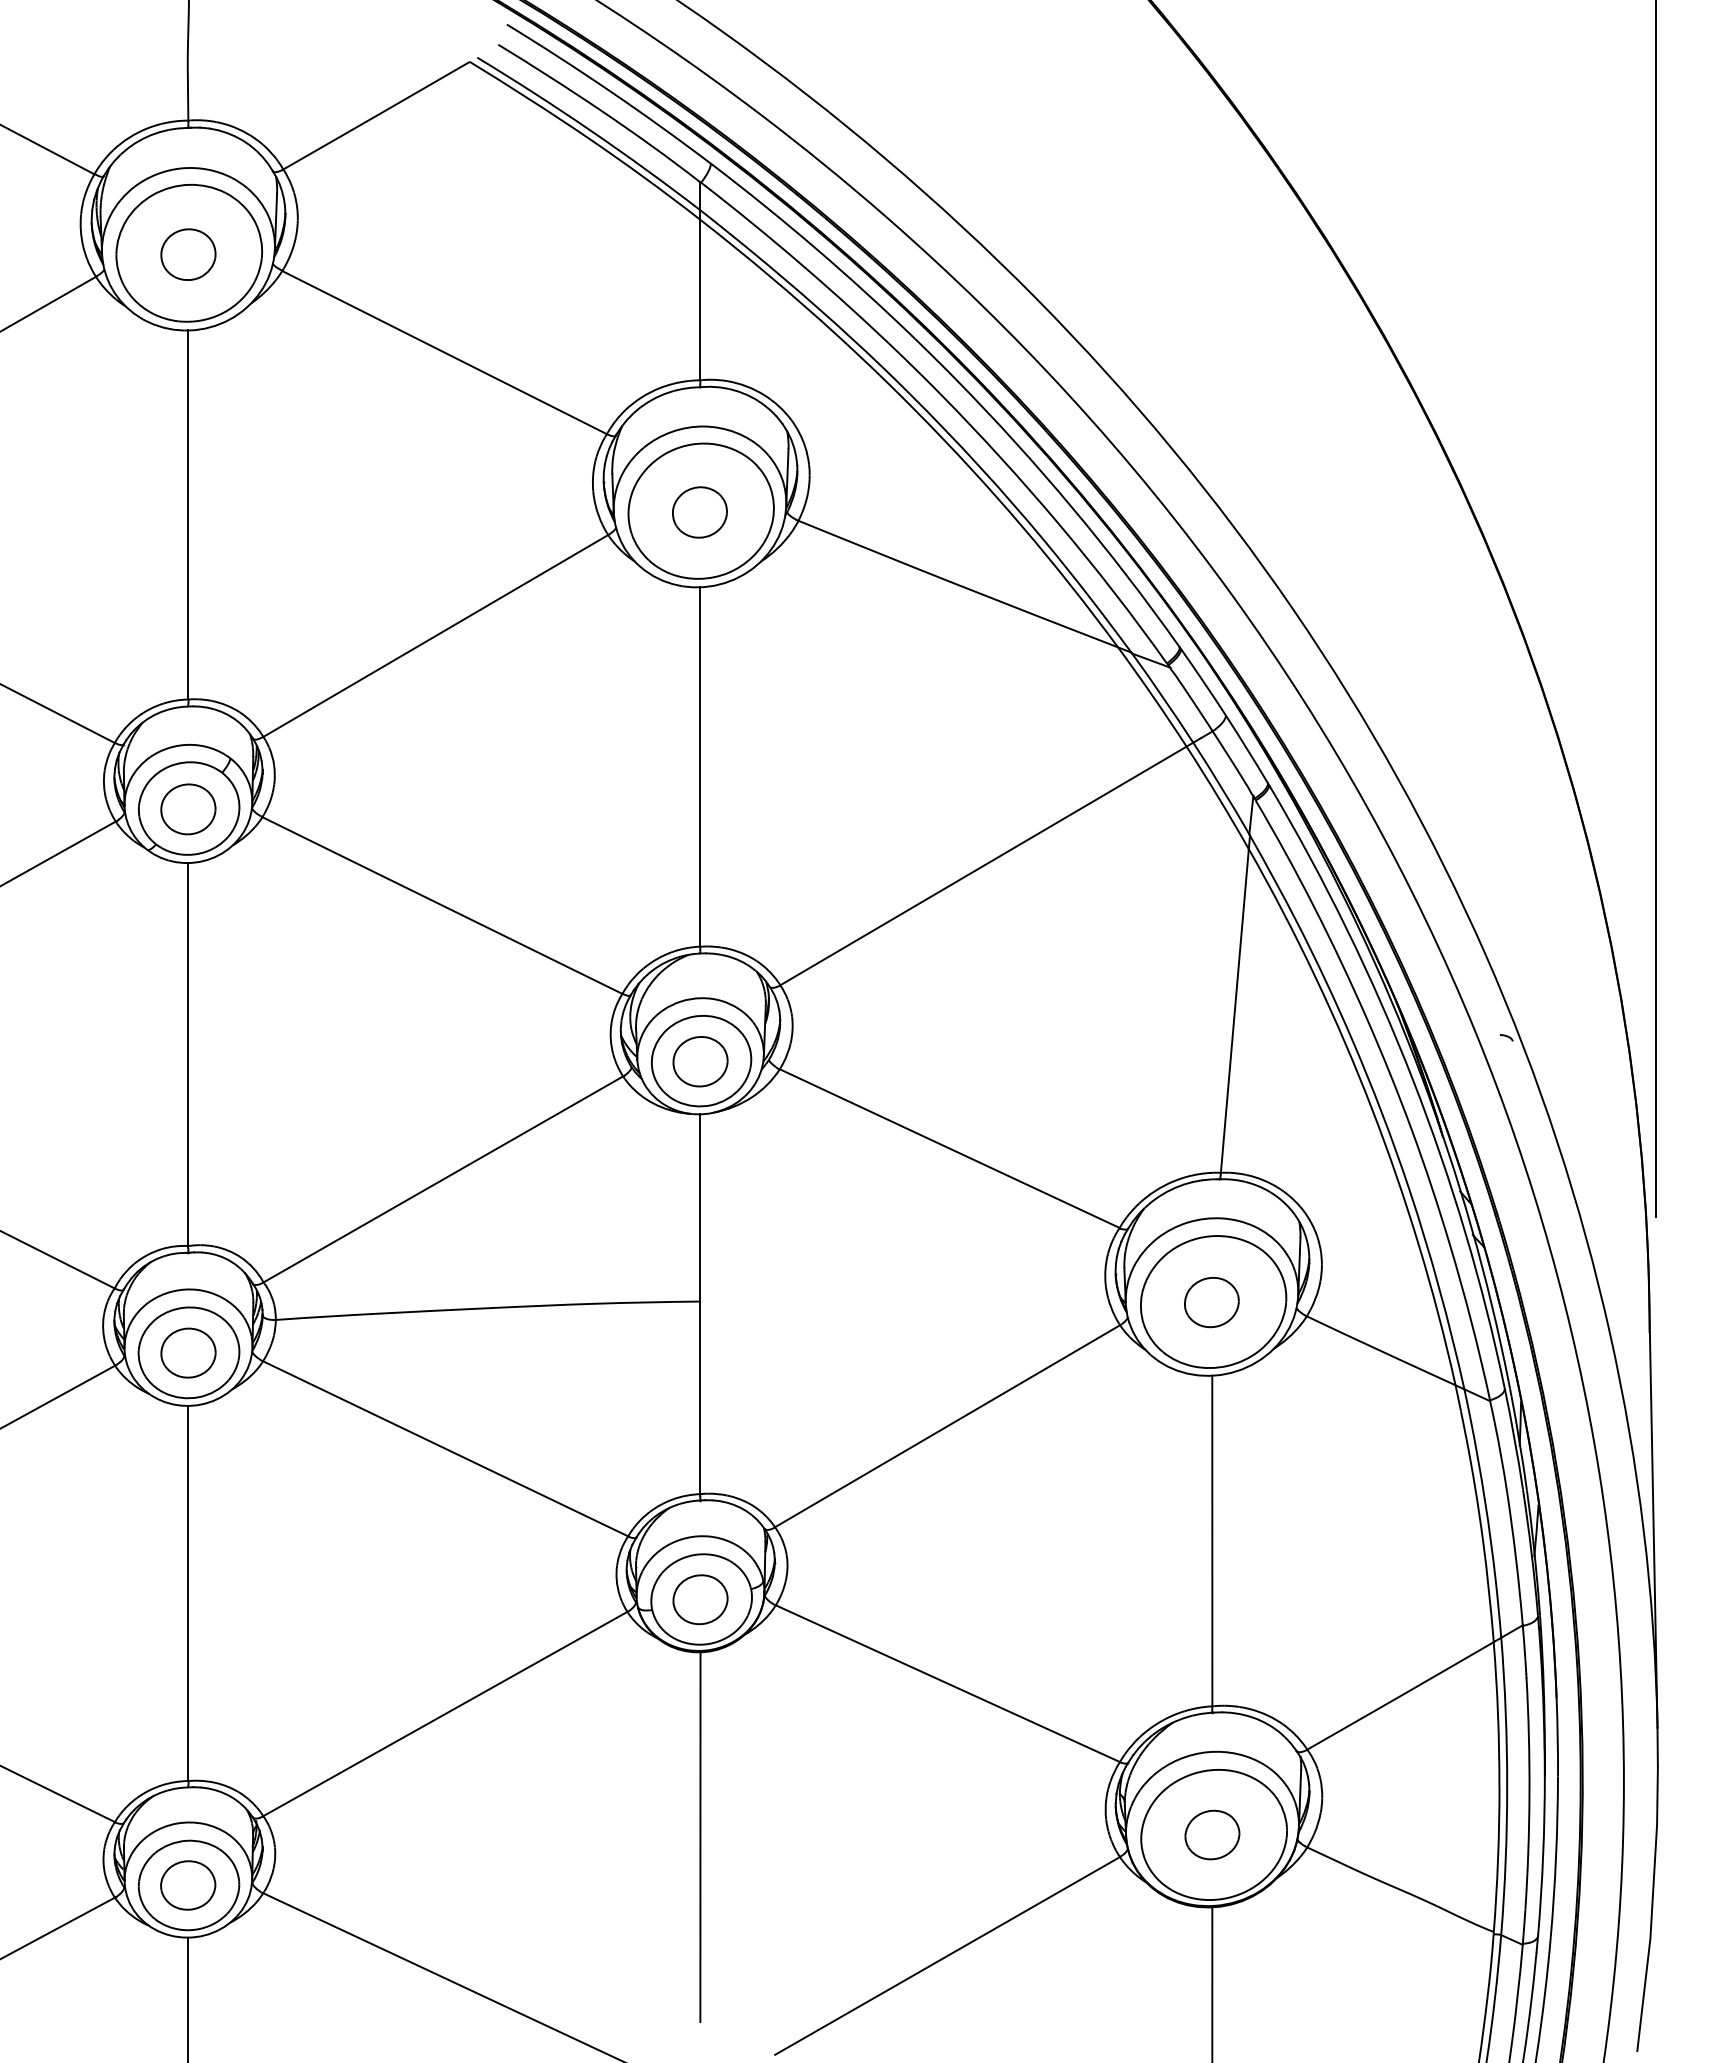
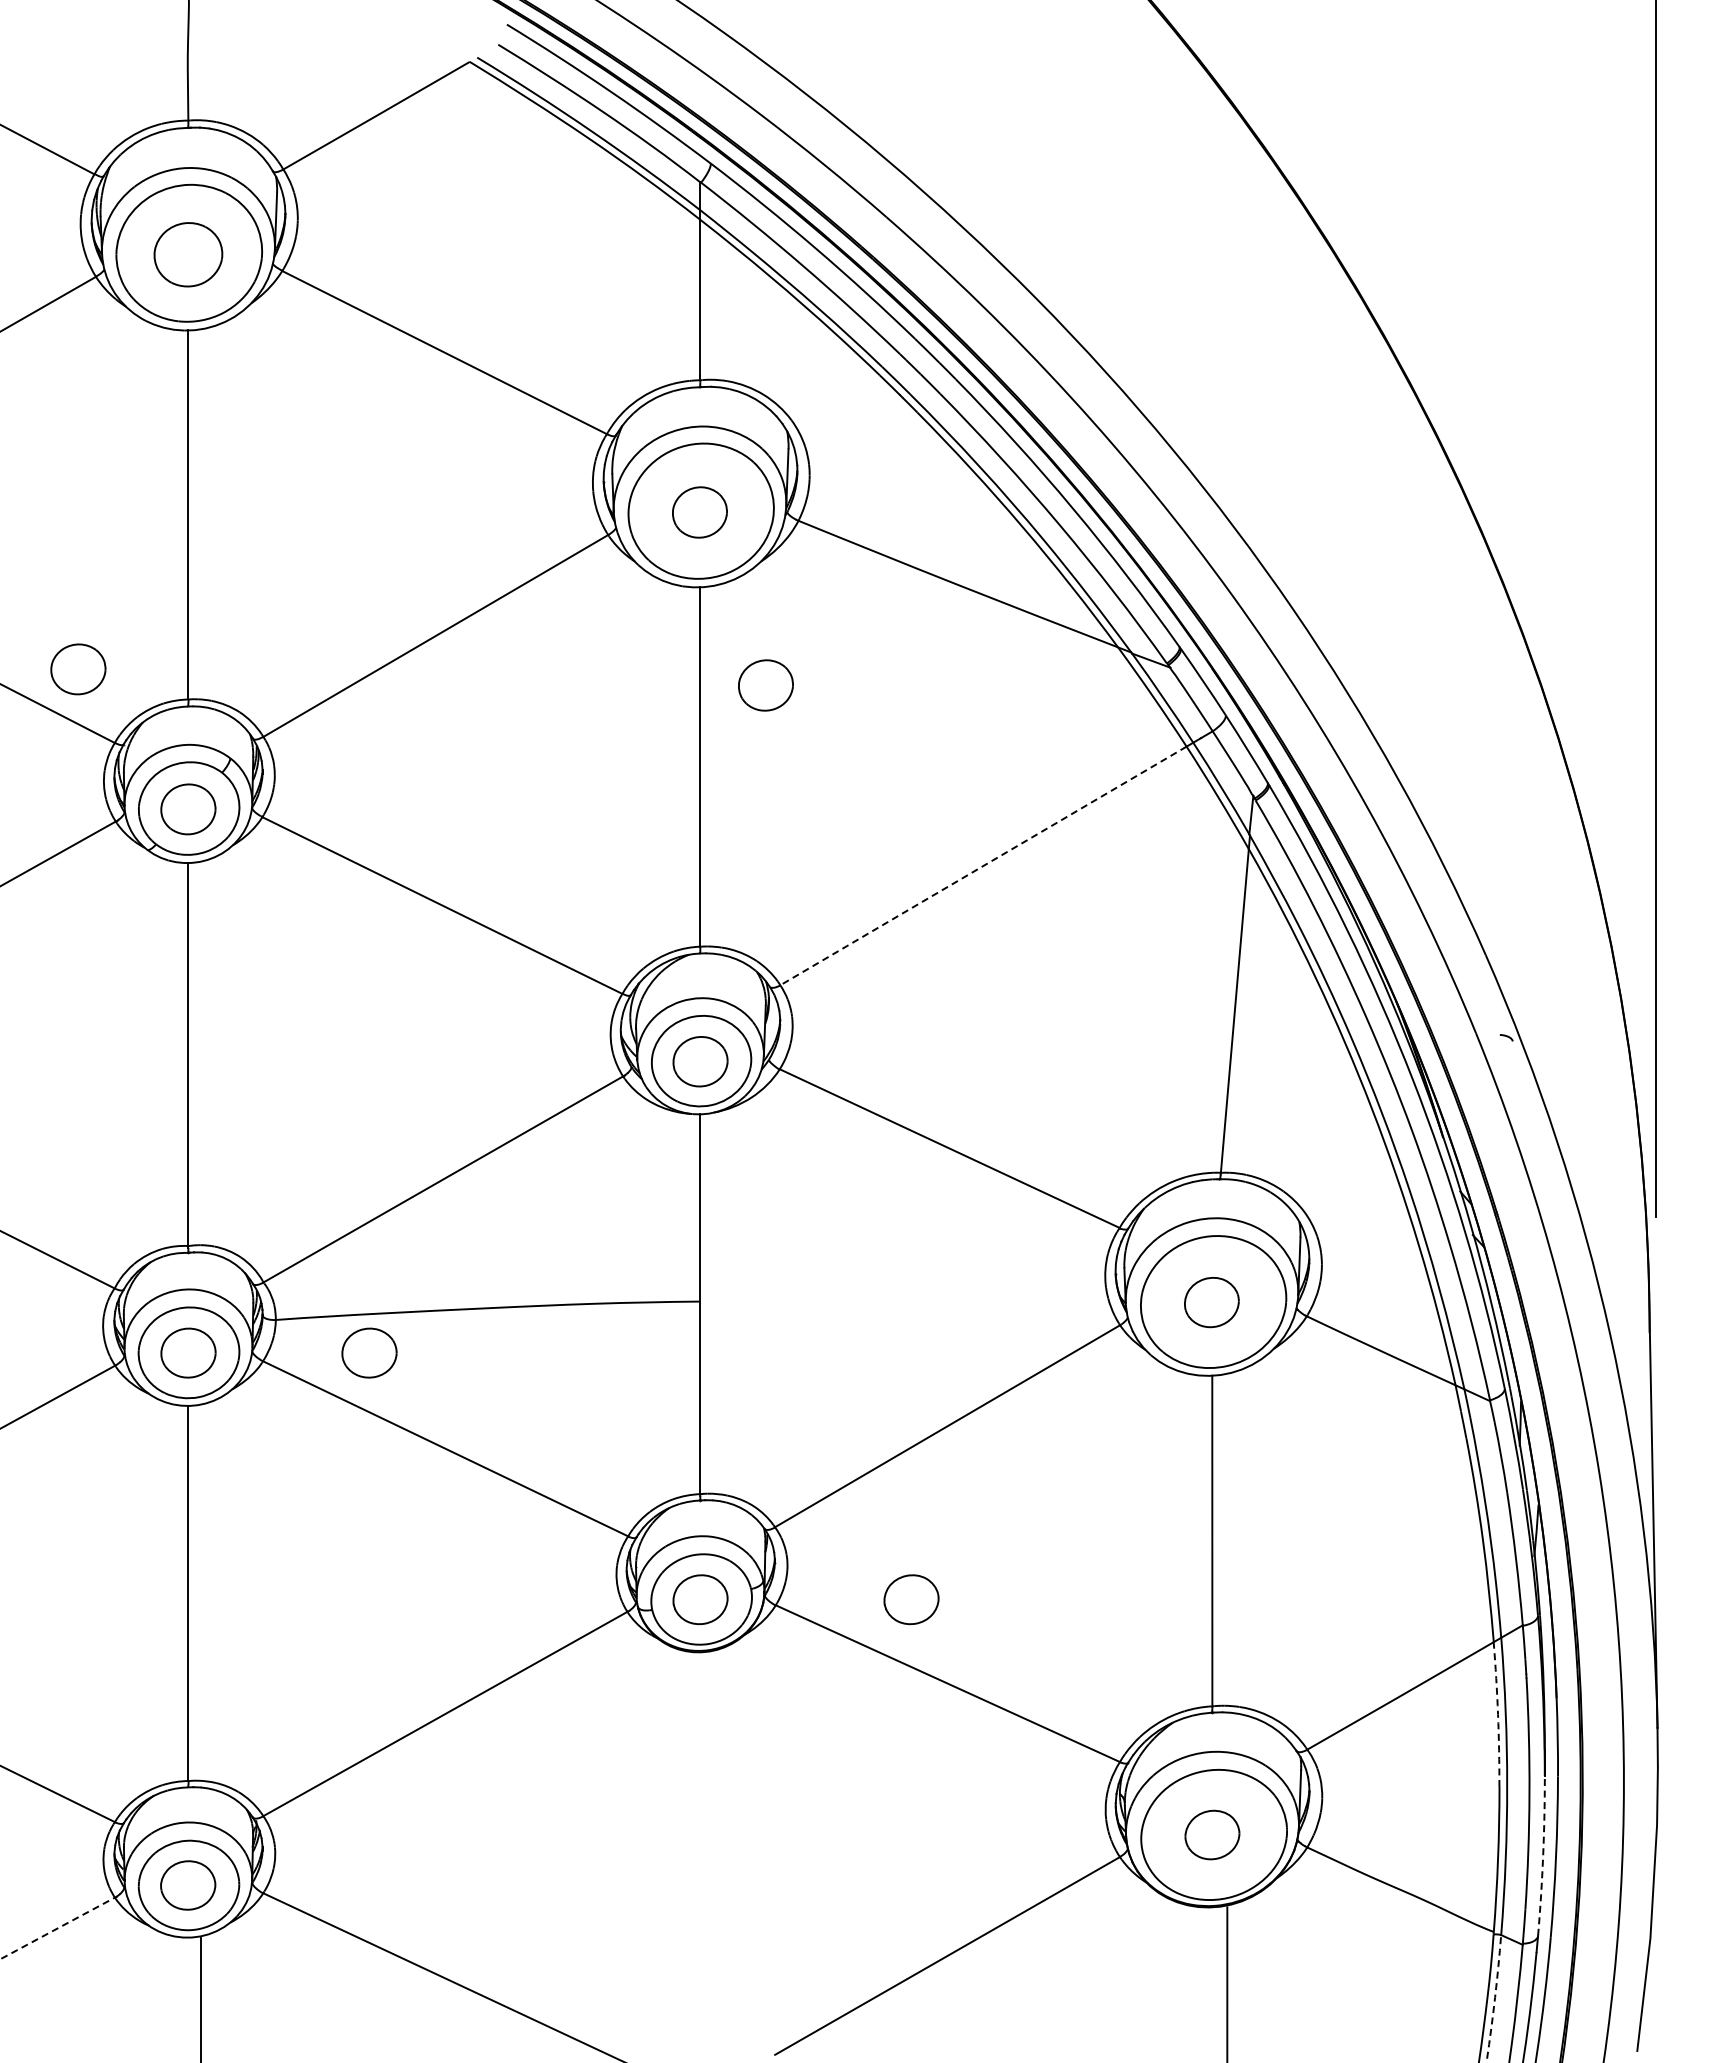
part at (188, 254) size: 57x53 px -> 71x66 px
part at (78, 669): none -> present
part at (765, 685): none -> present
line at (983, 865): solid -> dashed
part at (369, 1352): none -> present
part at (911, 1599): none -> present
arc at (1498, 1714): solid -> dashed
line at (700, 1837): present -> none
arc at (1543, 1856): solid -> dashed
line at (57, 1928): solid -> dashed
line at (1212, 1983) position: (1212, 1983) -> (1227, 1983)
line at (188, 1998) position: (188, 1998) -> (201, 1998)
arc at (1494, 1998): solid -> dashed
